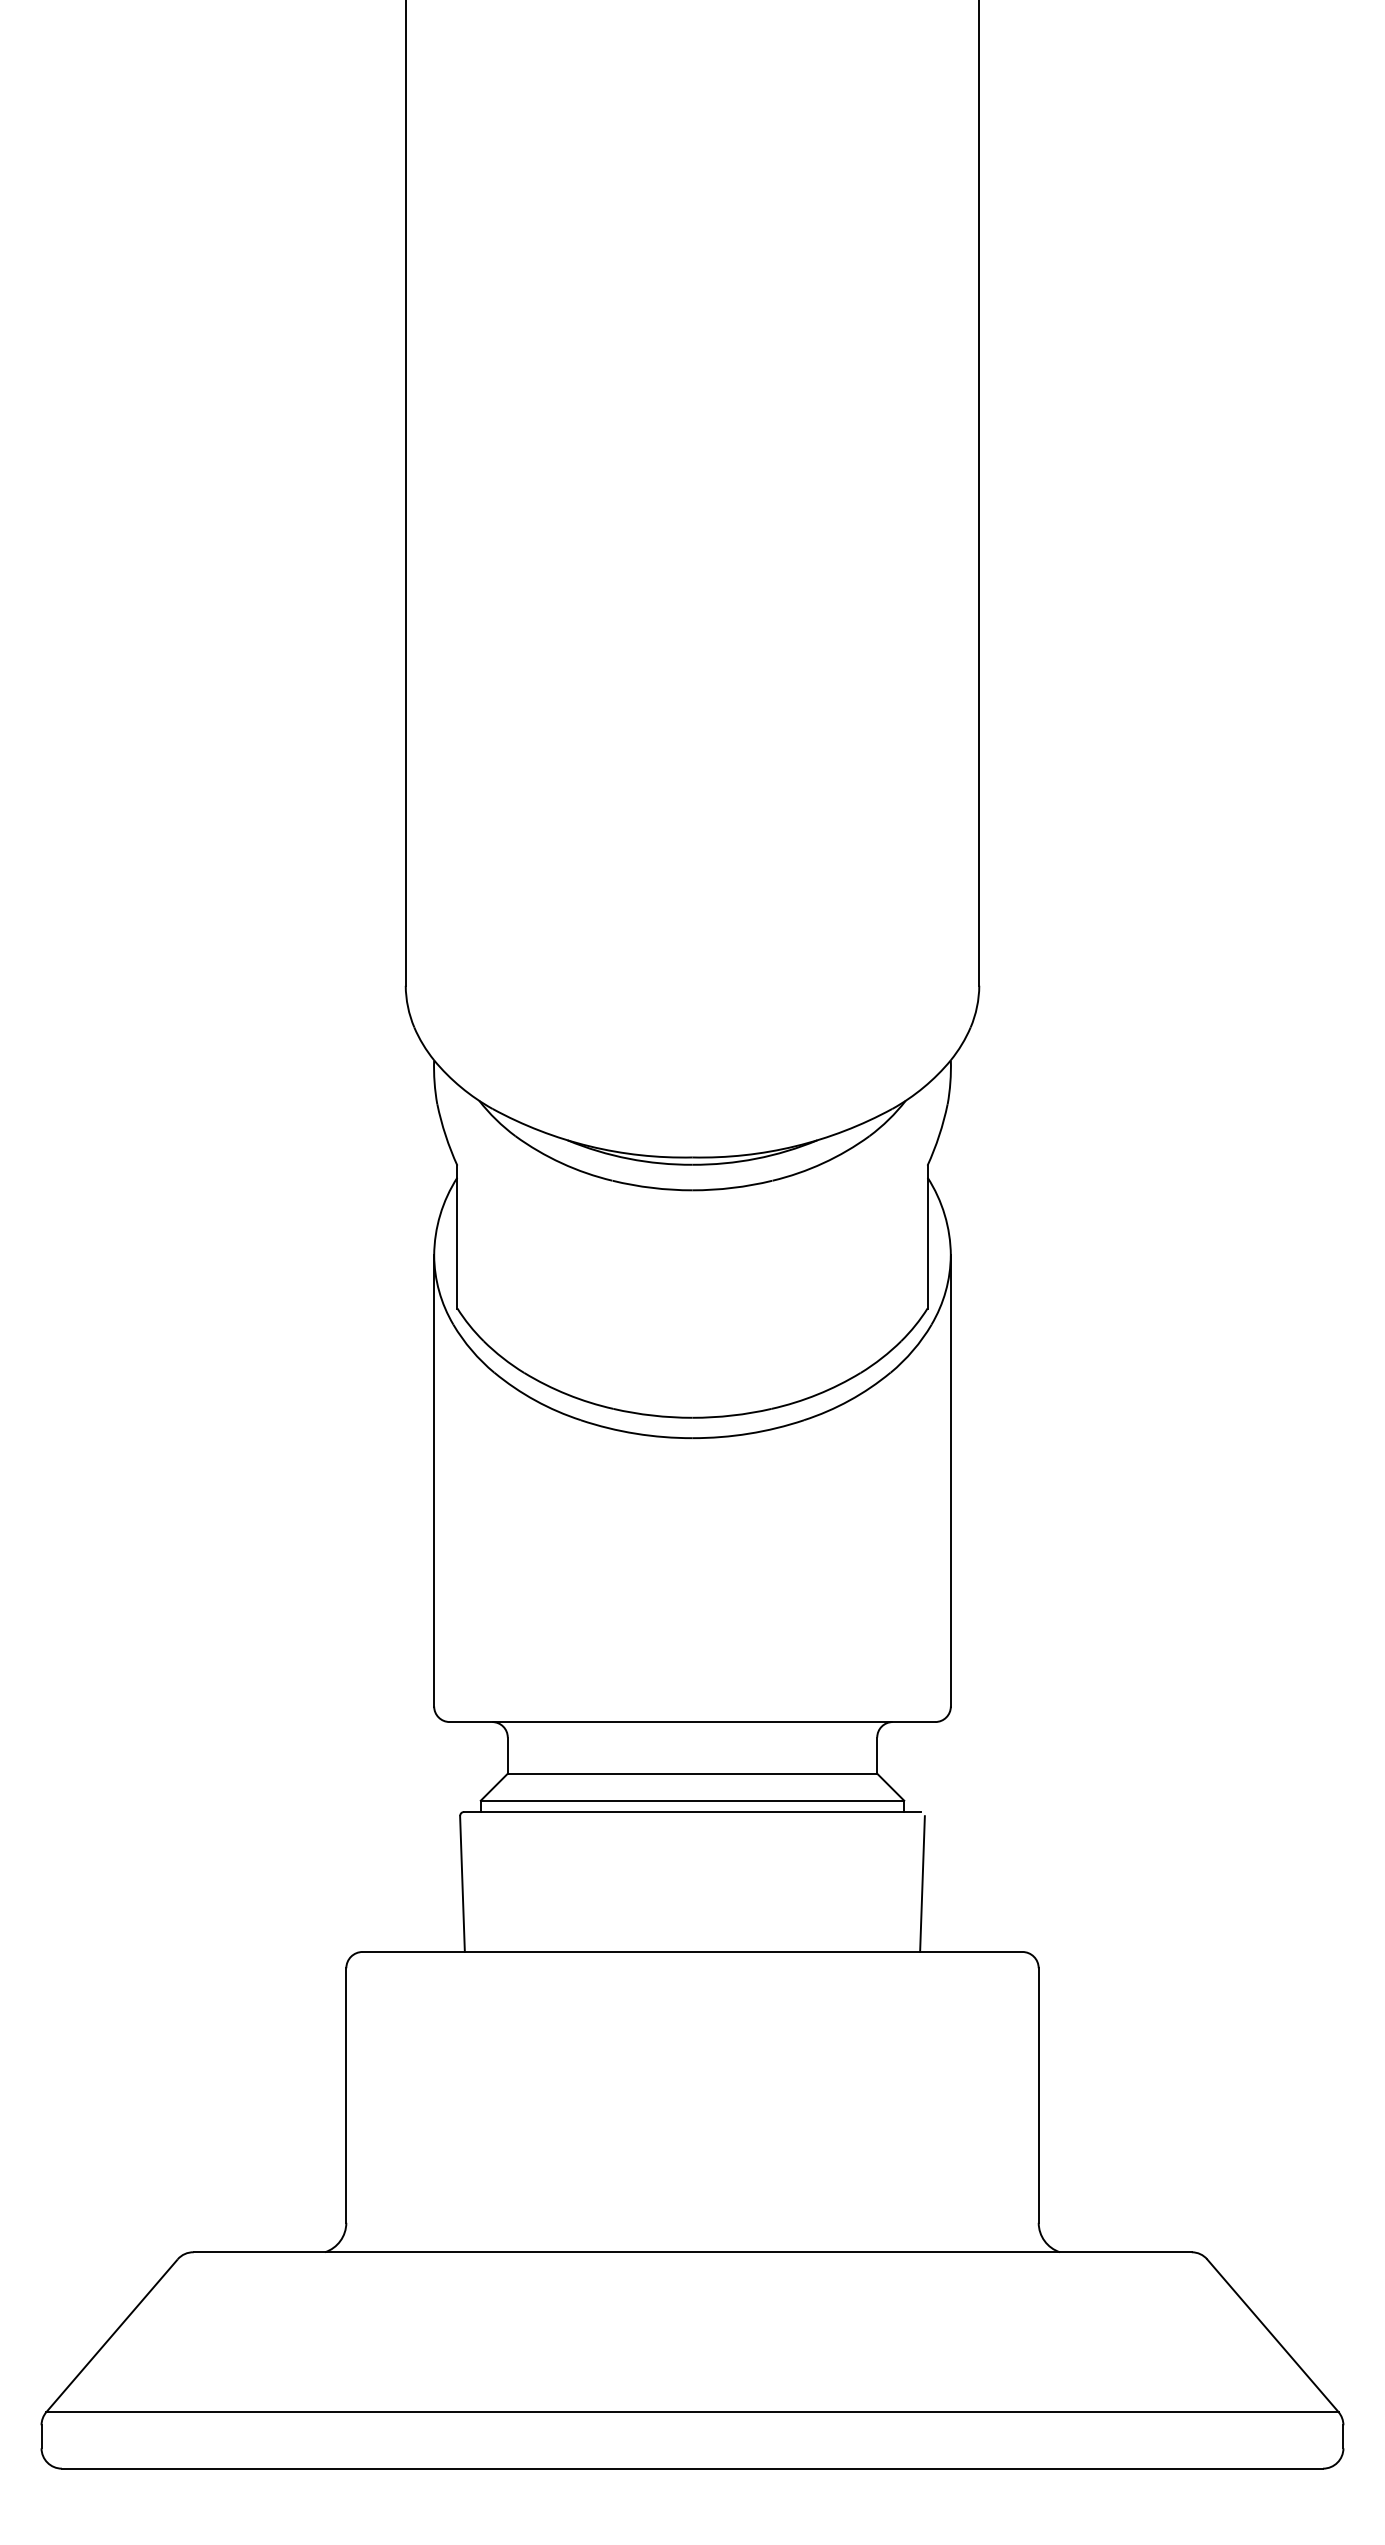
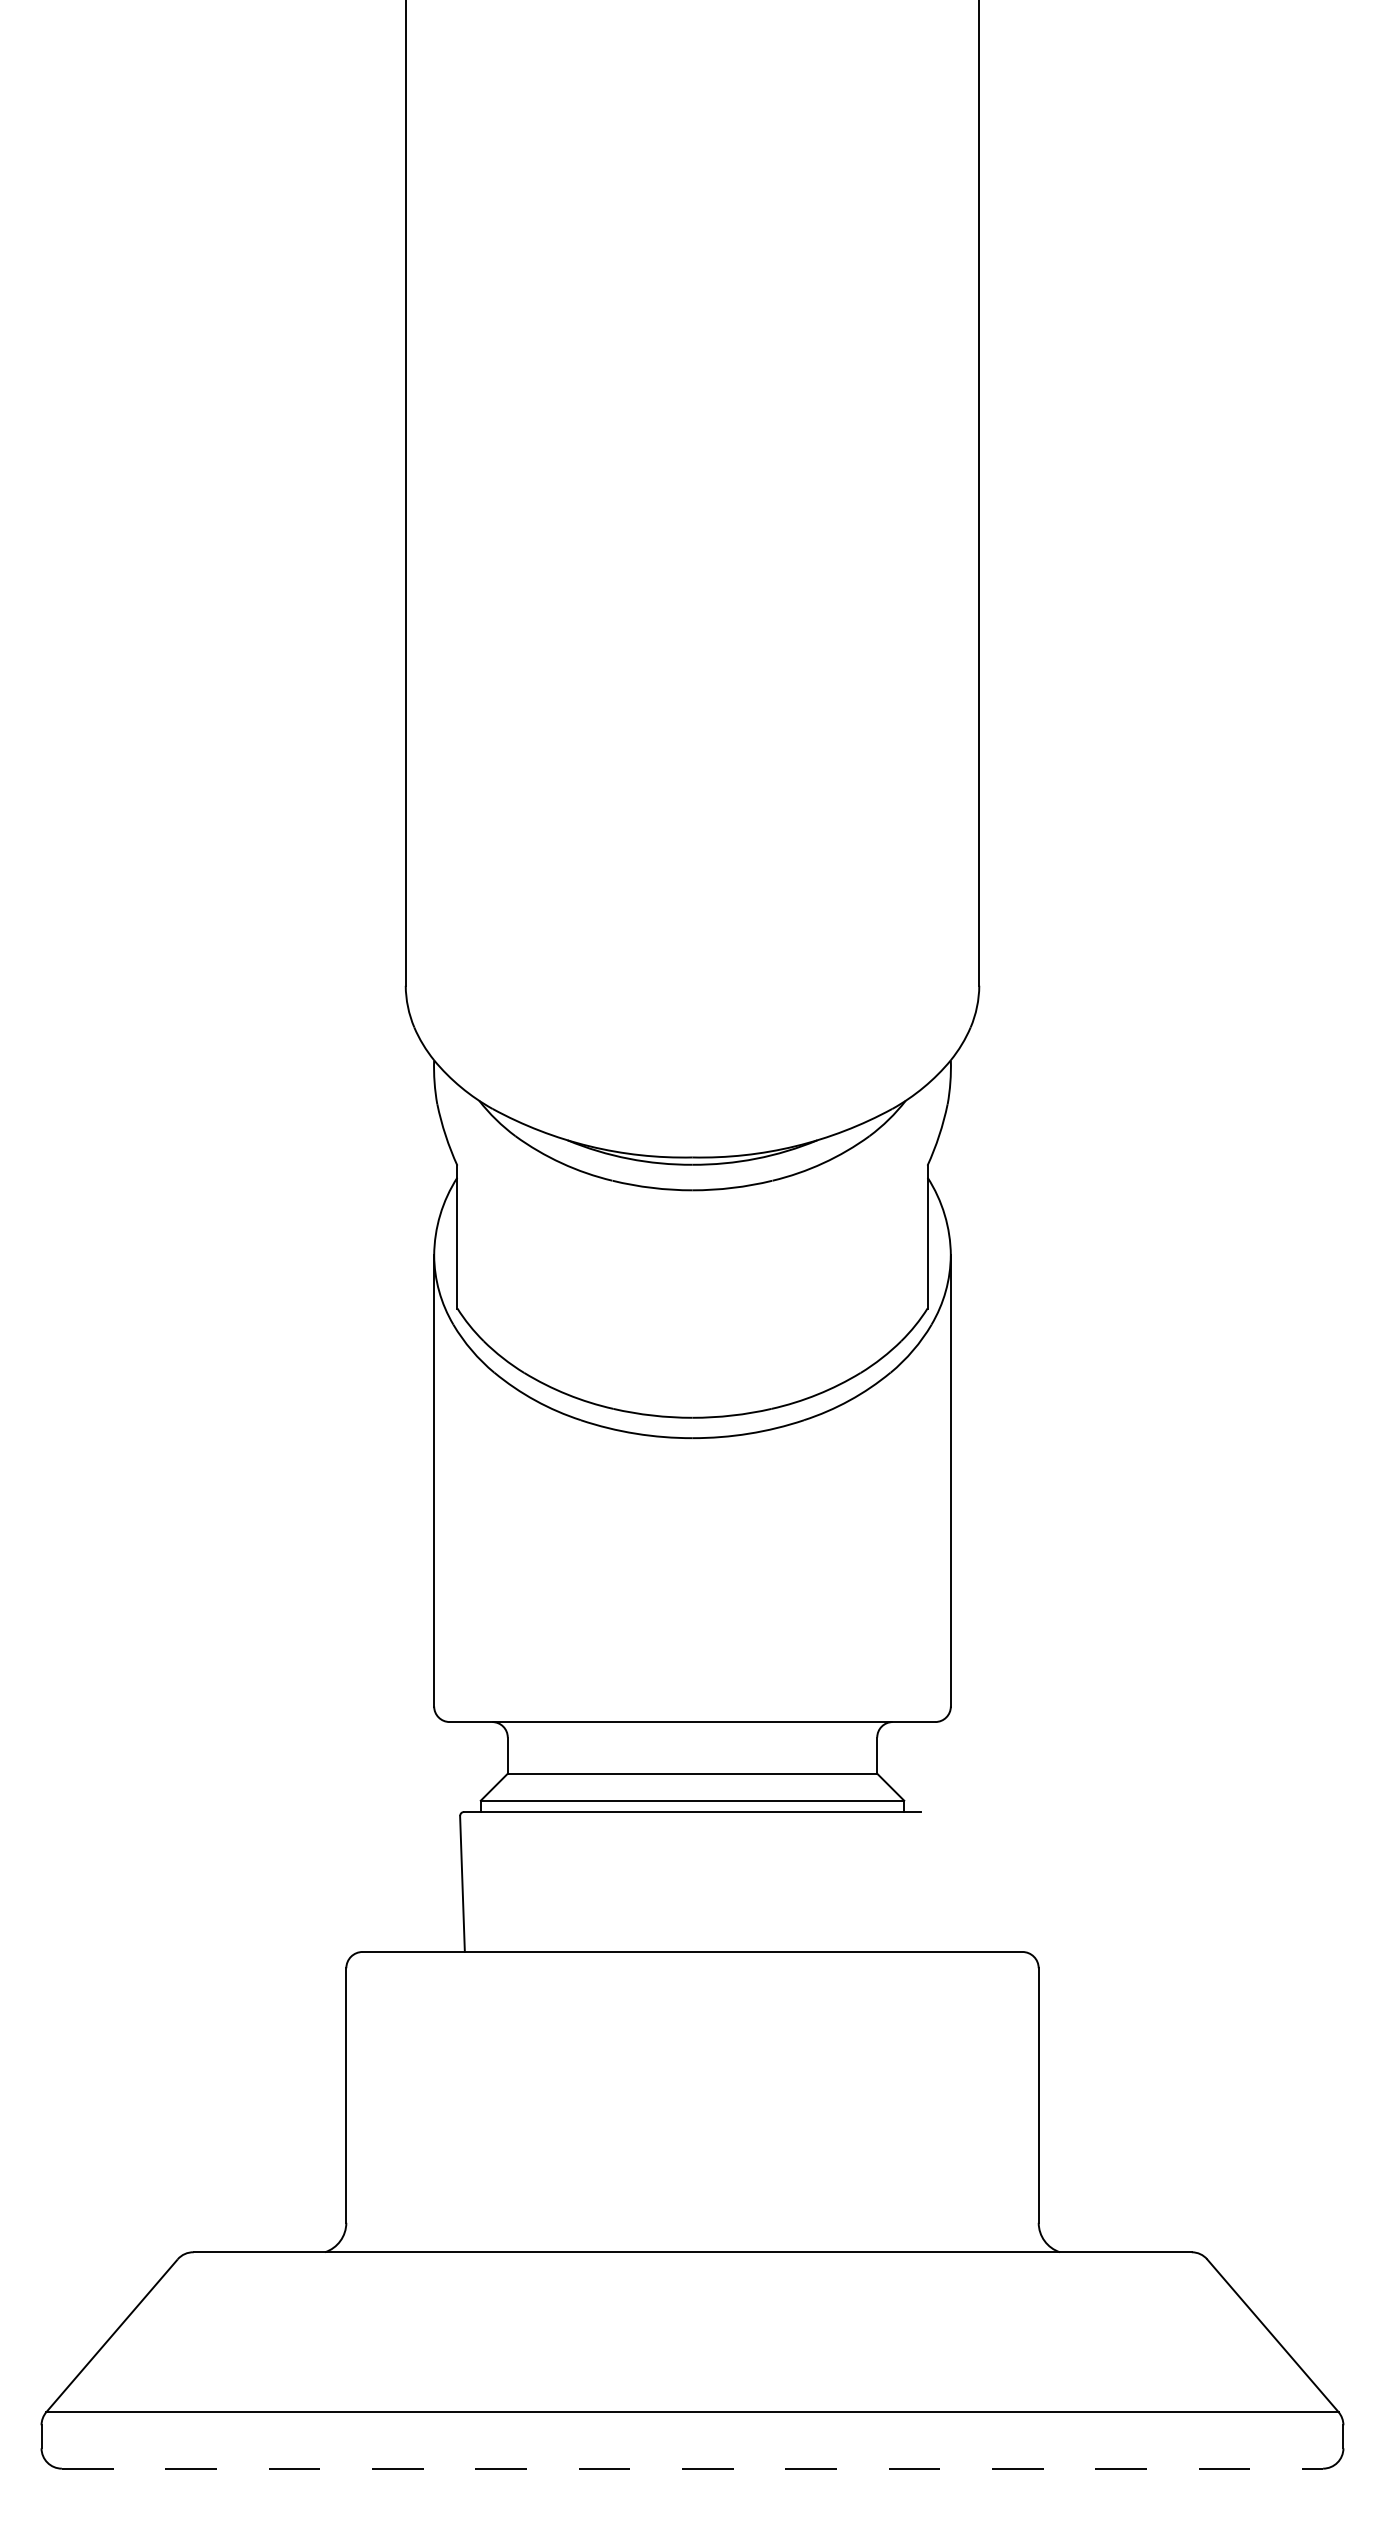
line at (922, 1883): present -> none
line at (692, 2468): solid -> dashed
